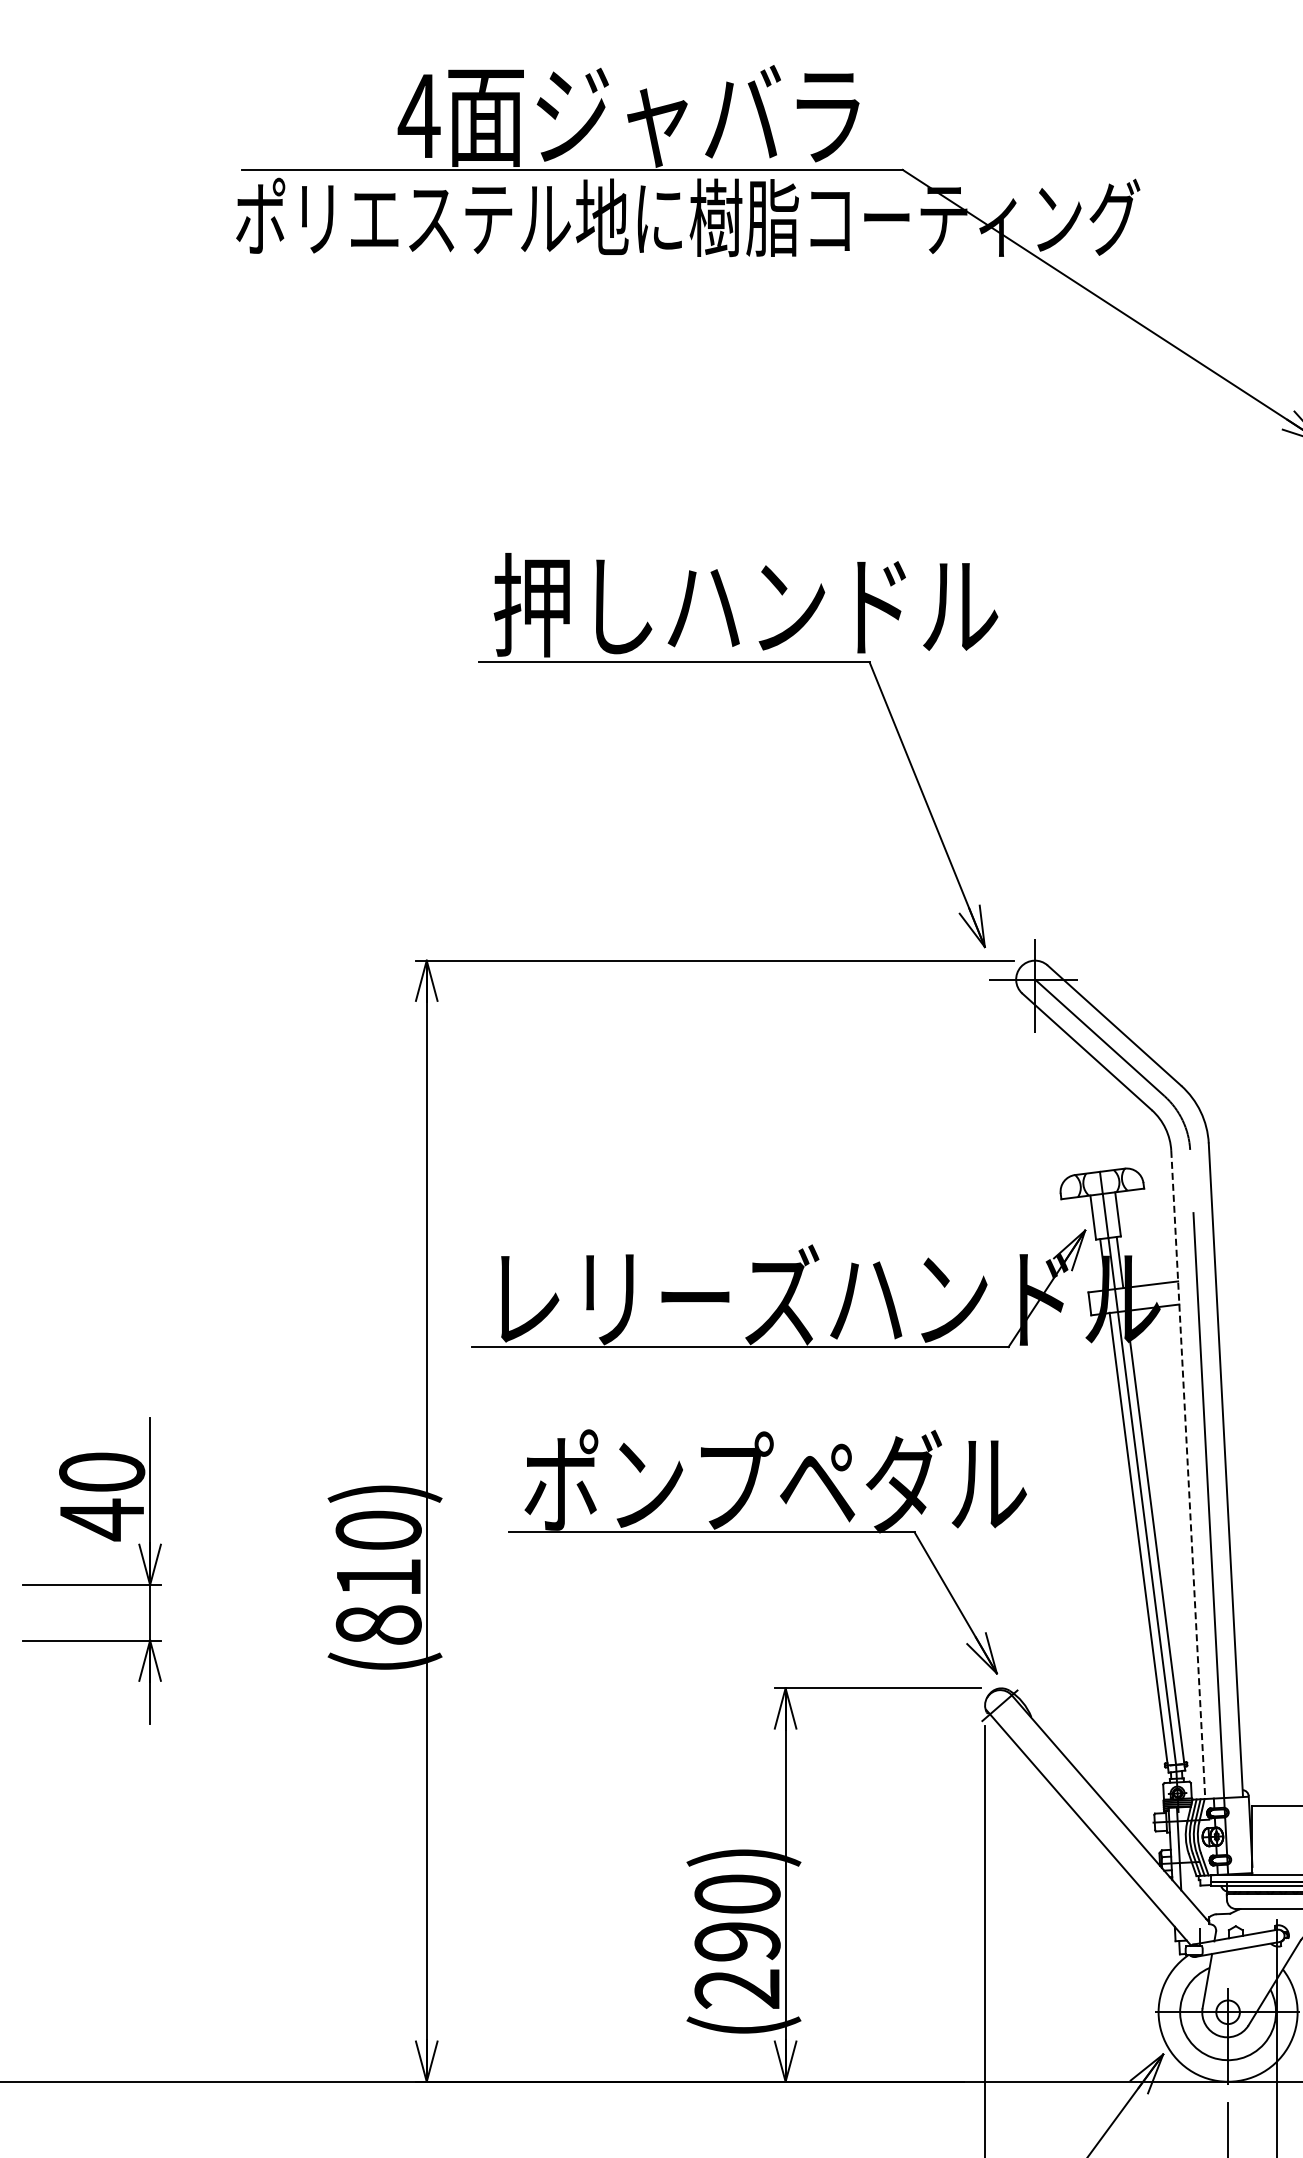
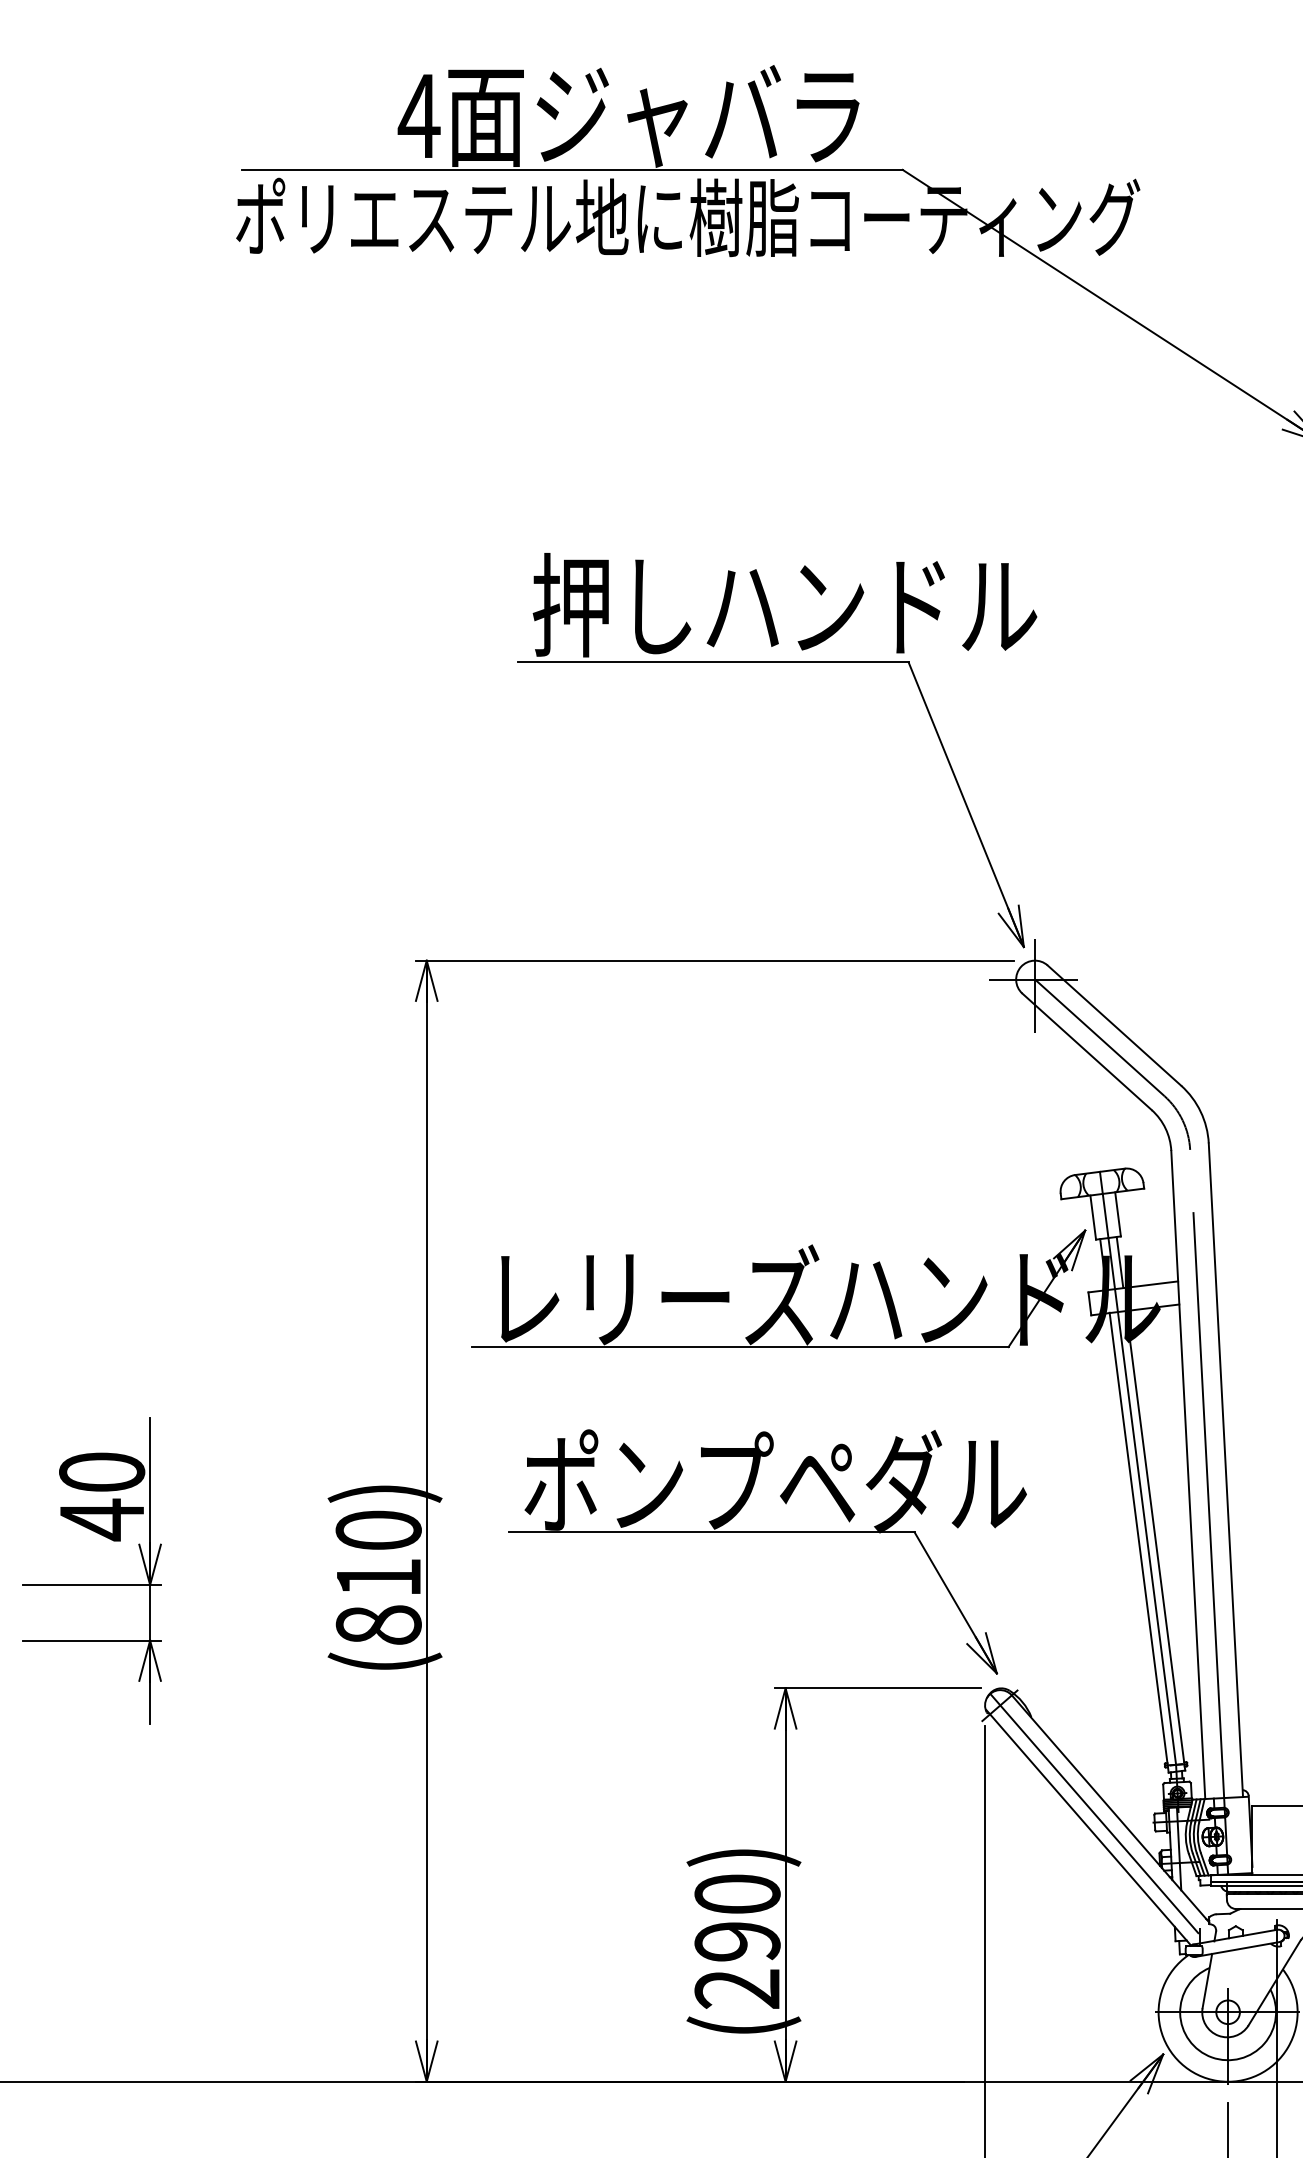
part at (738, 662) position: (738, 662) -> (777, 662)
line at (1188, 1474): dashed -> solid
line at (1094, 1813): none -> present
